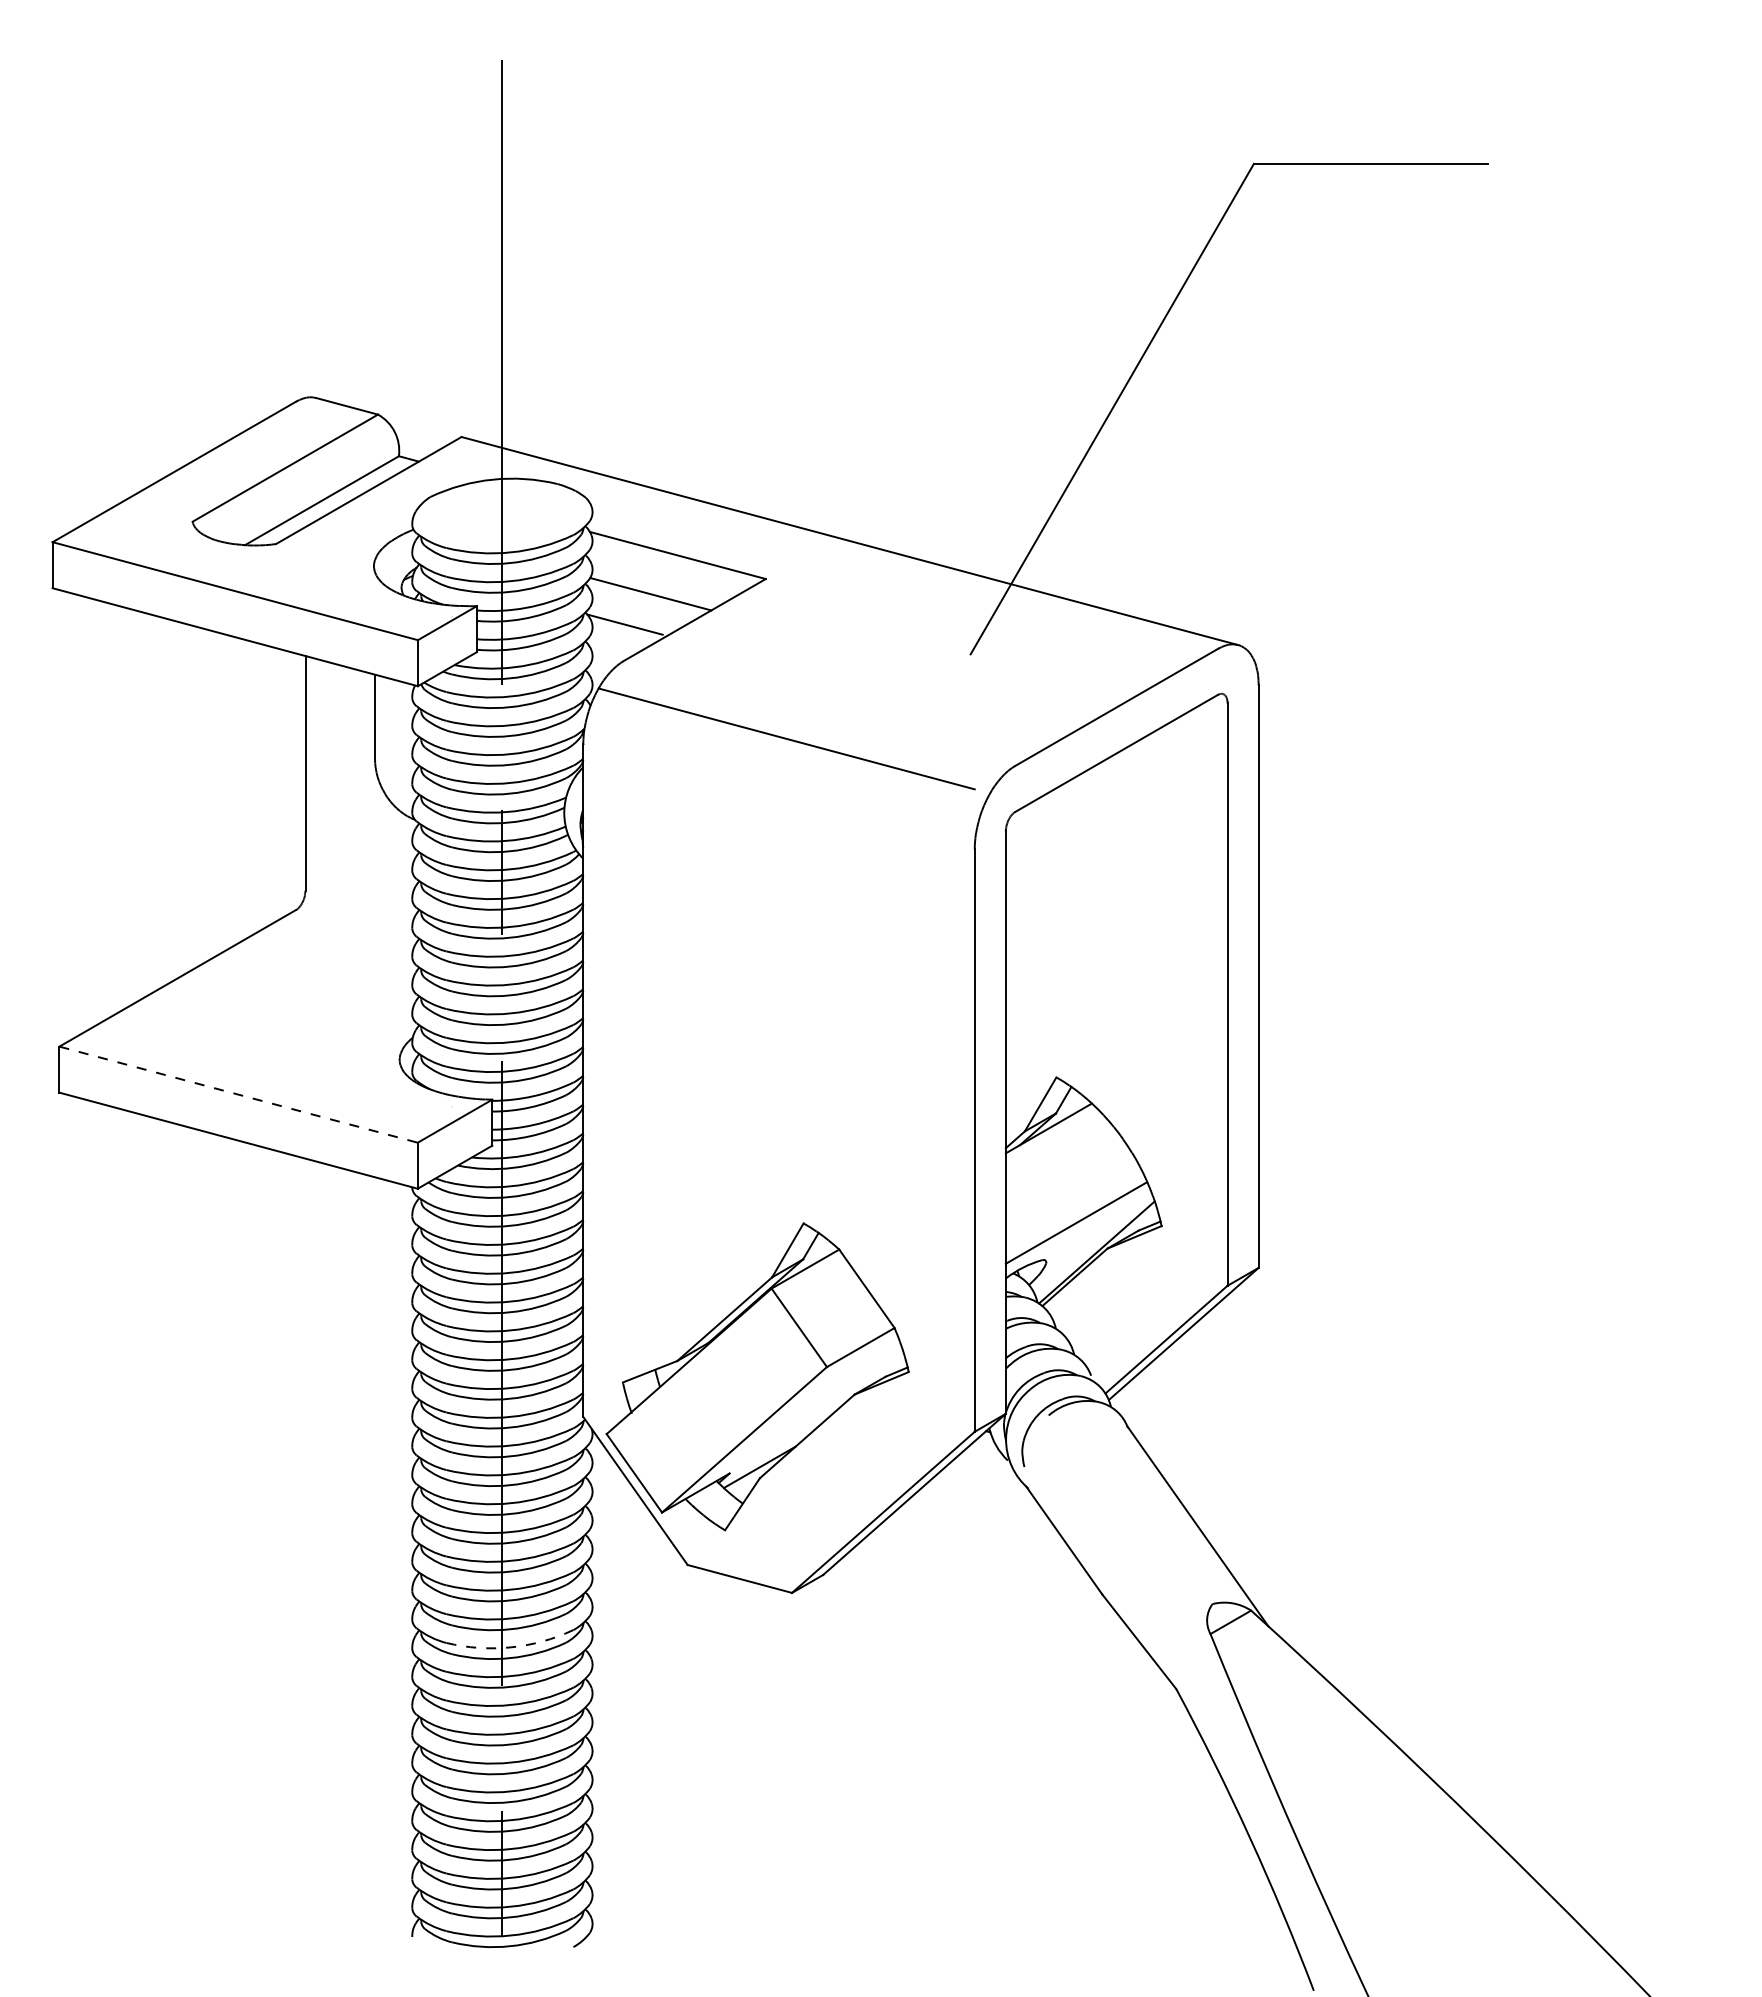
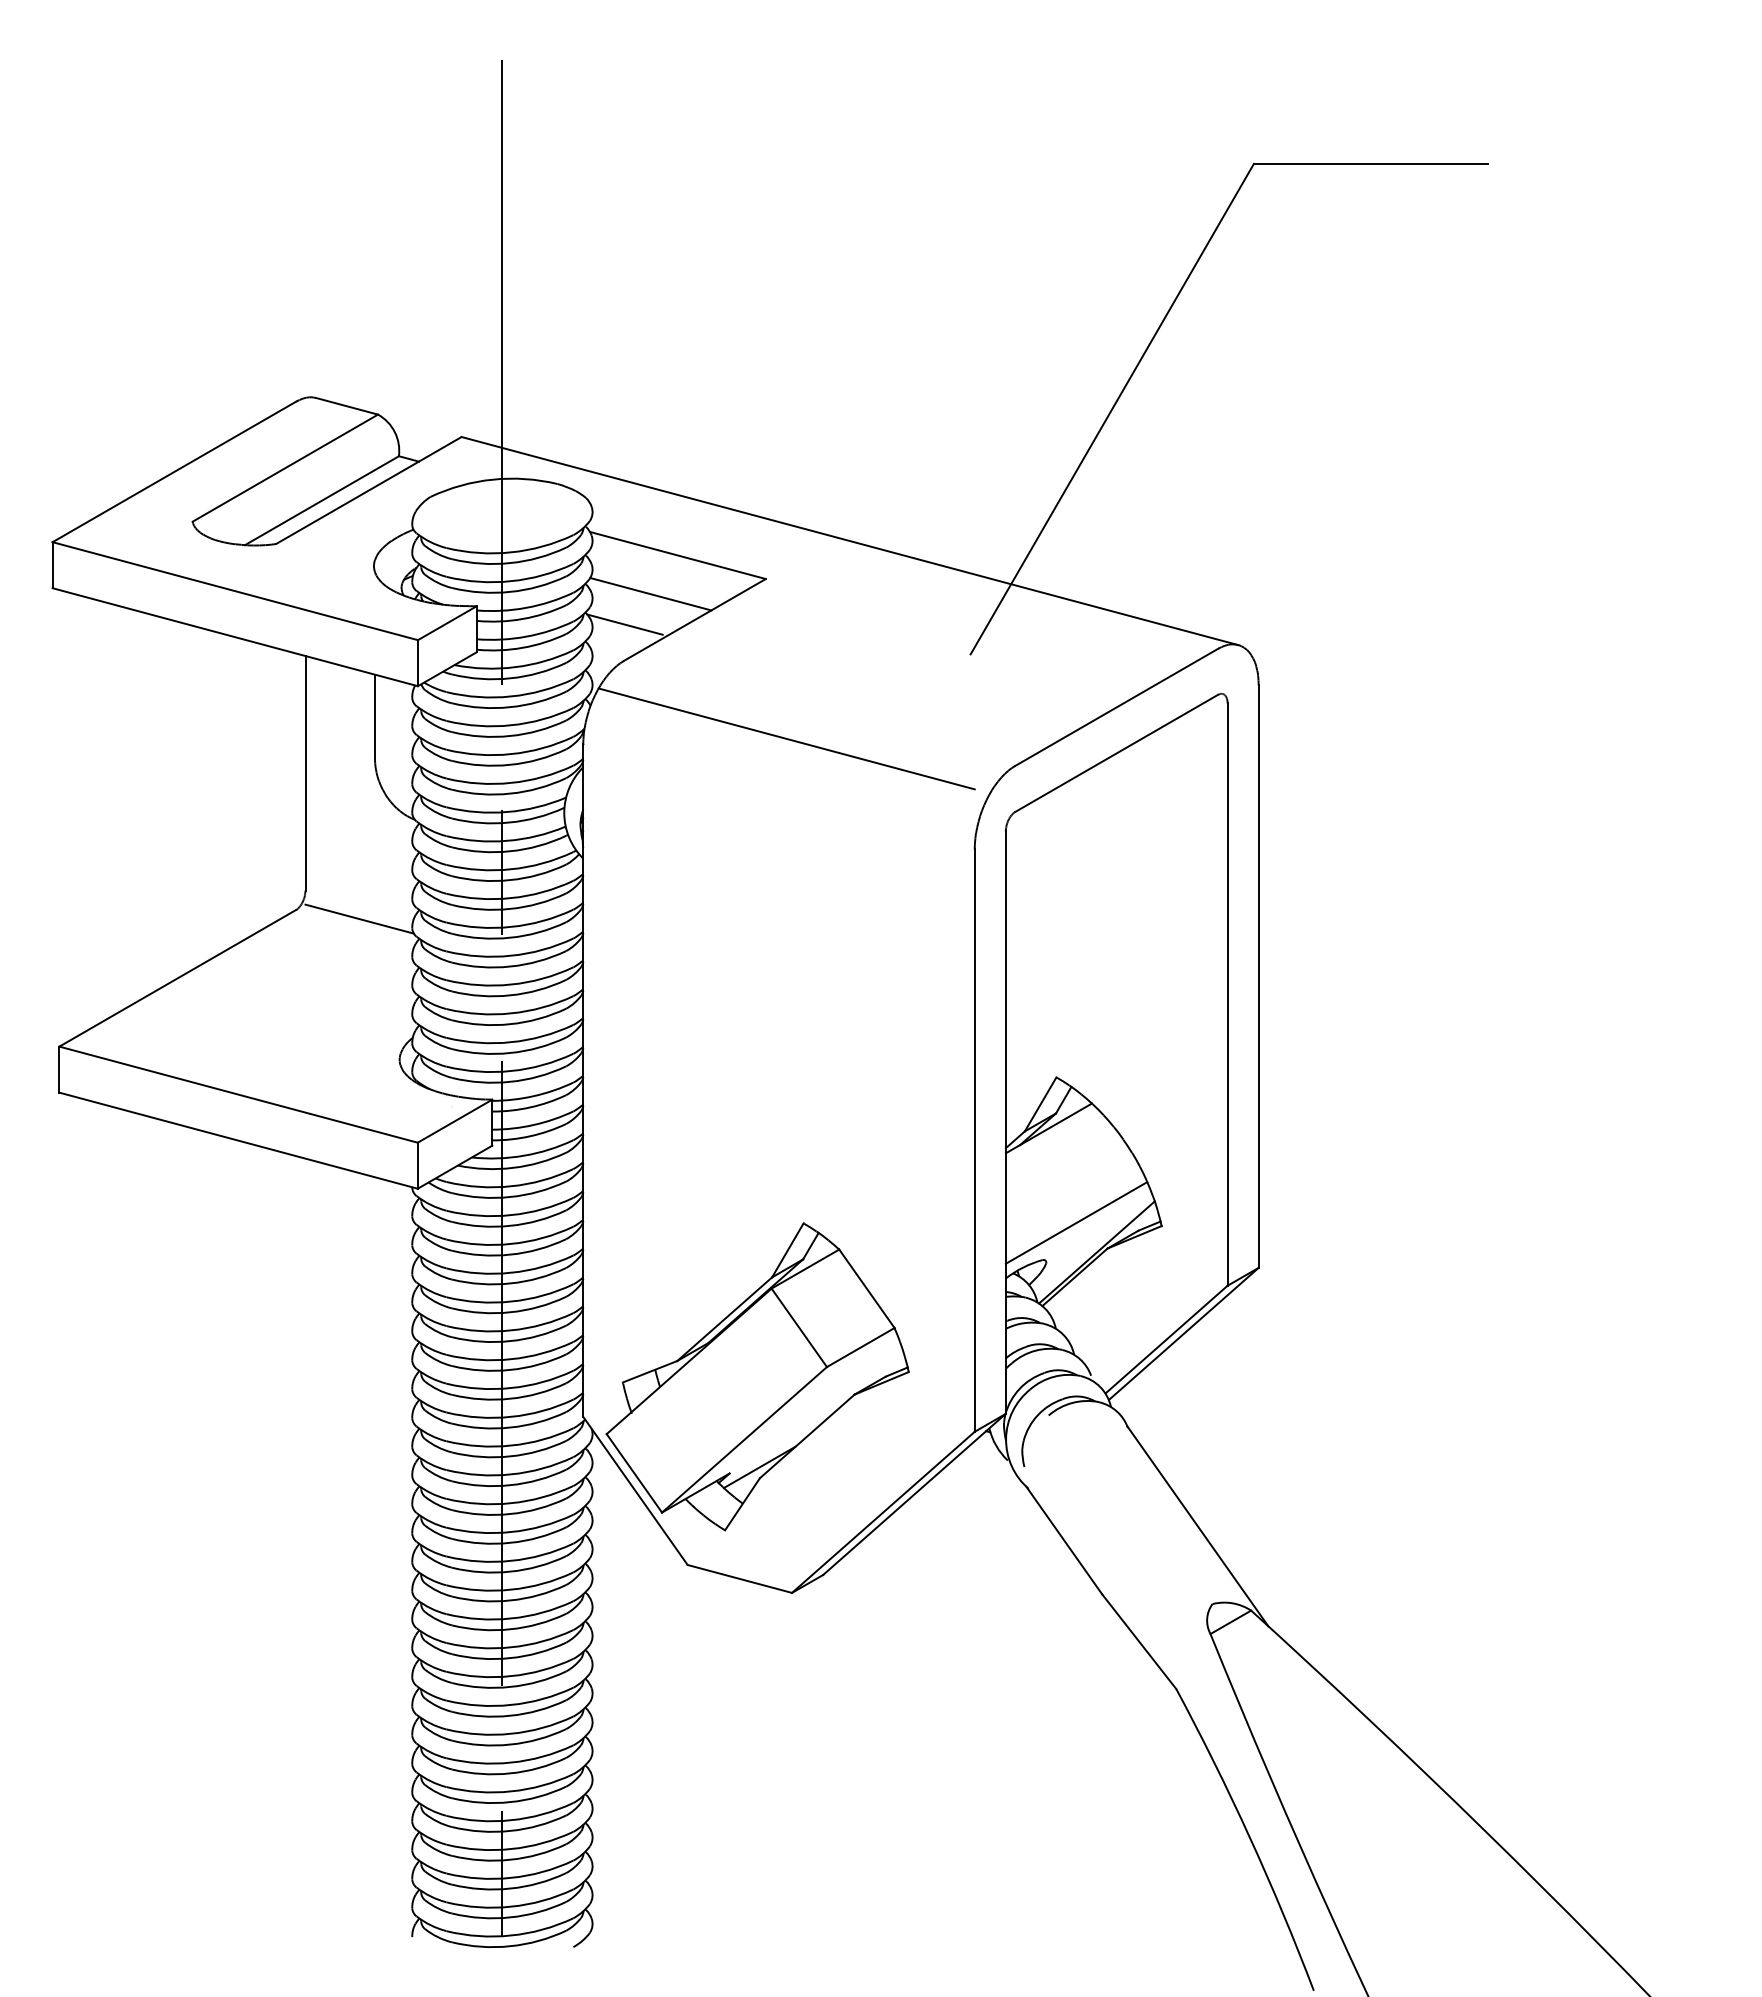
line at (359, 918): none -> present
line at (239, 1094): dashed -> solid
arc at (511, 1647): dashed -> solid
